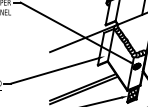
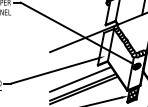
line at (80, 79): none -> present
